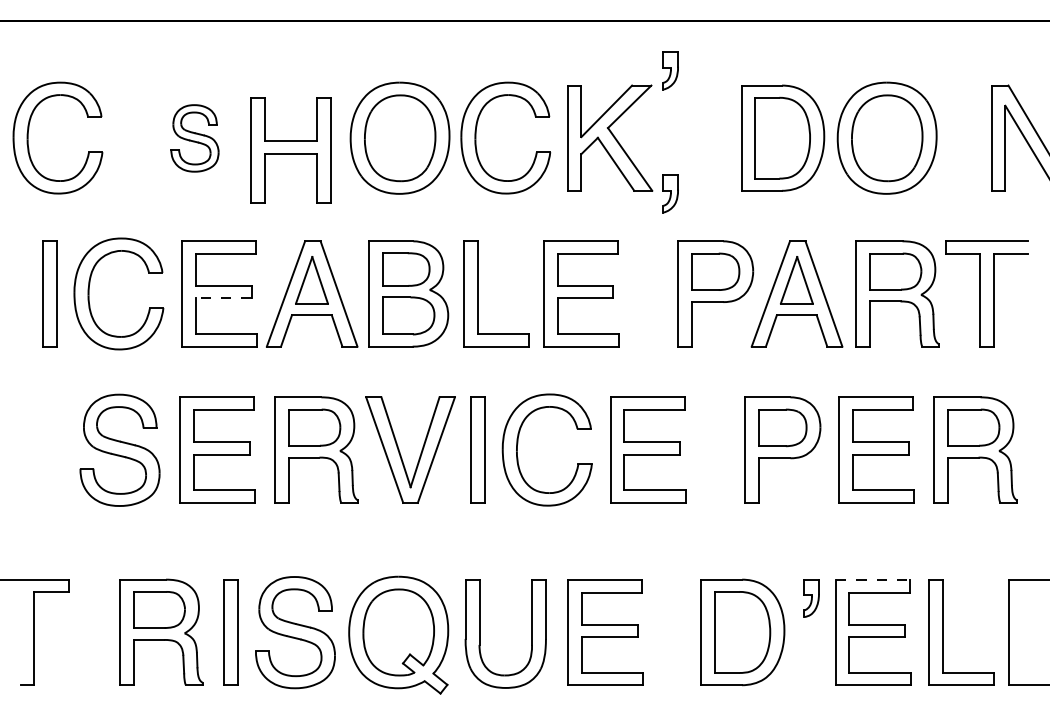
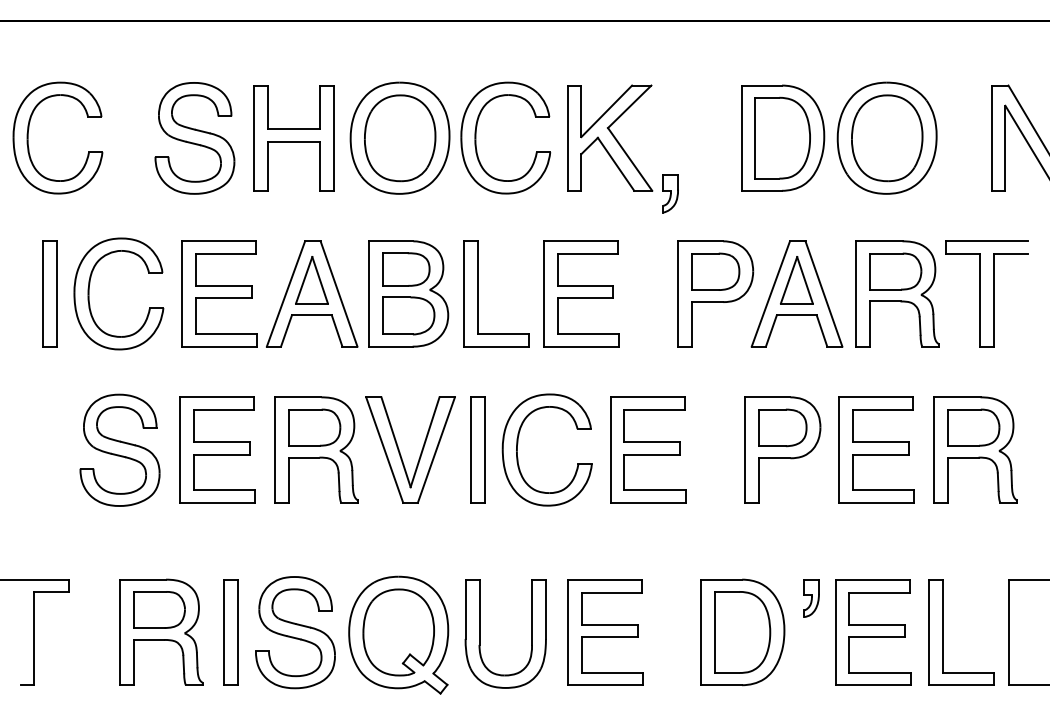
part at (670, 70): present -> none
part at (194, 138) size: 50x69 px -> 82x113 px
part at (290, 150) position: (290, 150) -> (293, 138)
line at (223, 298): dashed -> solid
line at (872, 579): dashed -> solid
